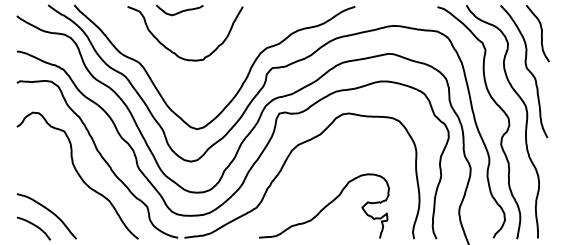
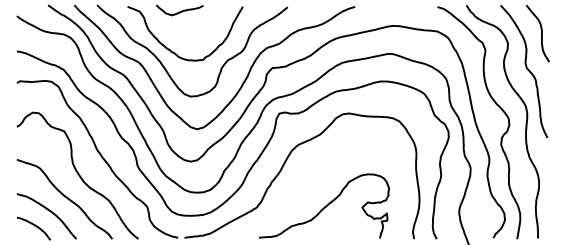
curve at (165, 67): none -> present
curve at (64, 197): none -> present
